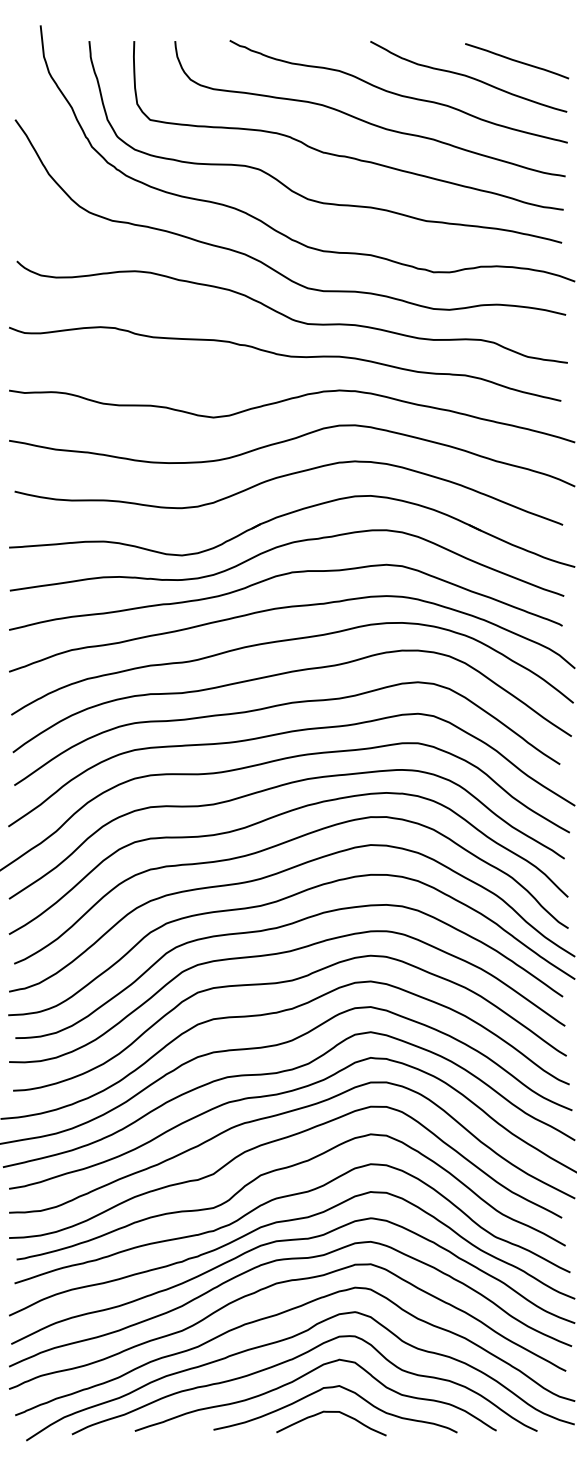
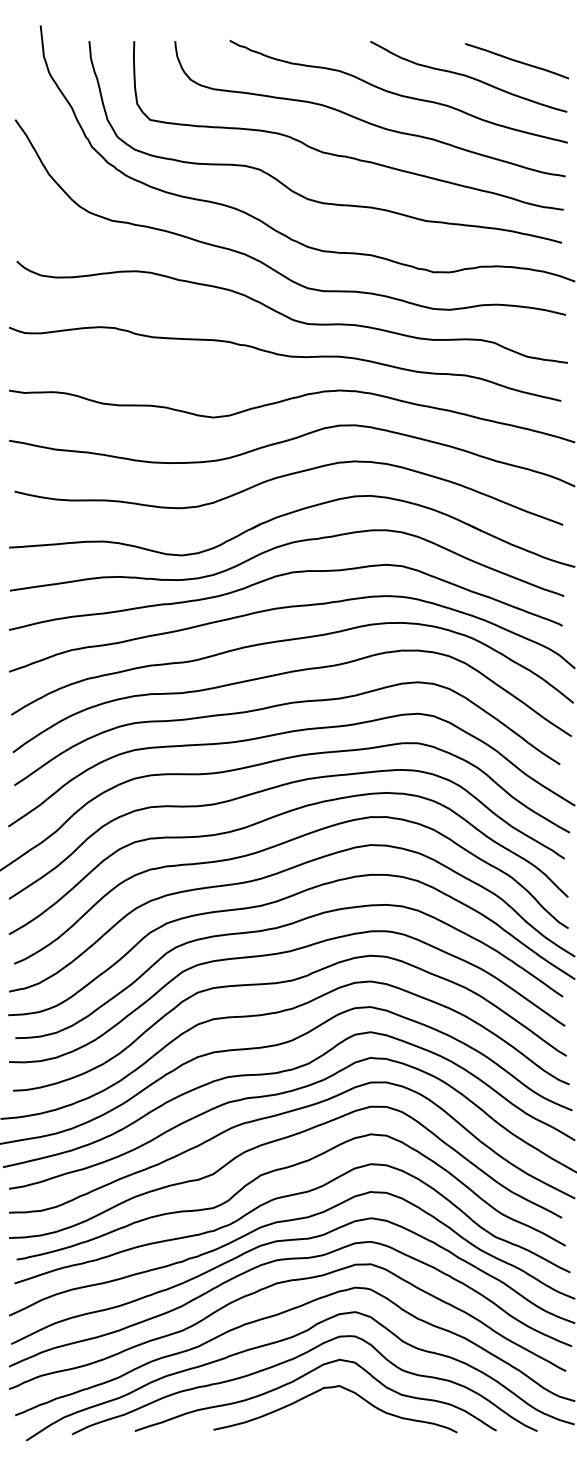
curve at (331, 1412): present -> none
